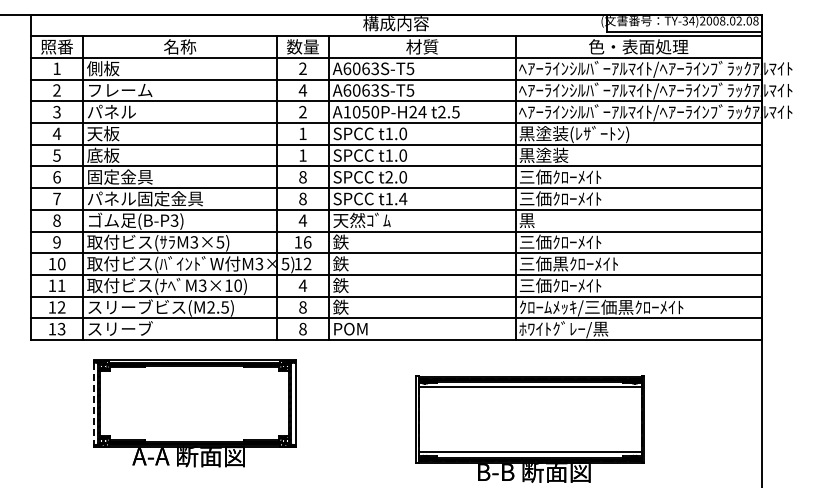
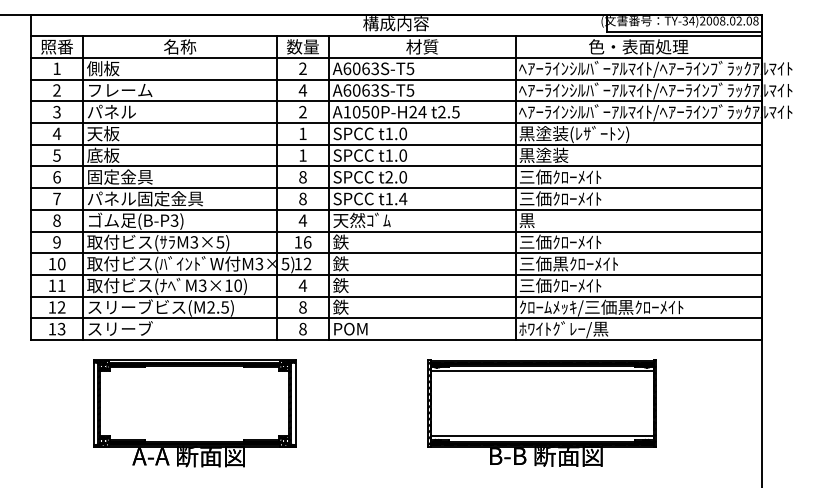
line at (93, 403): dashed -> solid
part at (529, 428) position: (529, 428) -> (541, 412)
